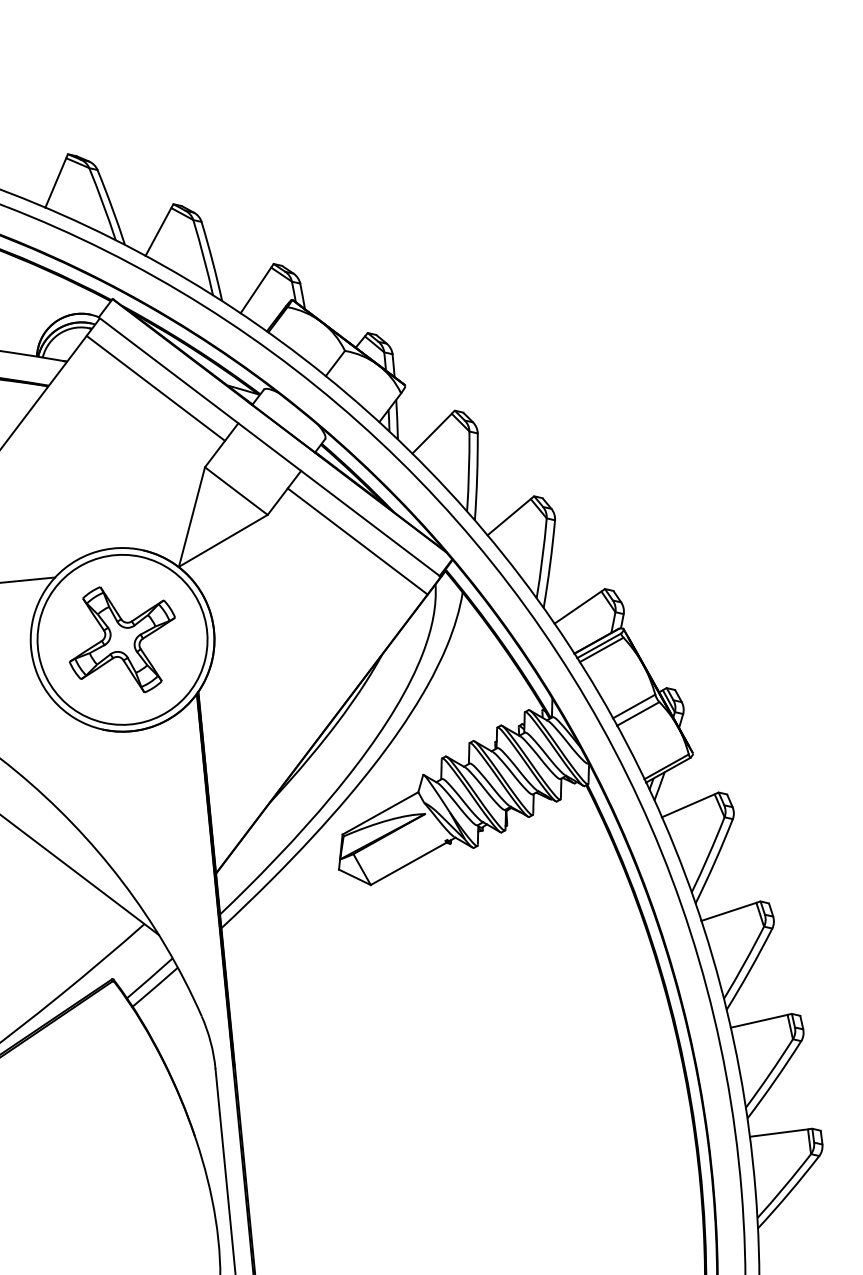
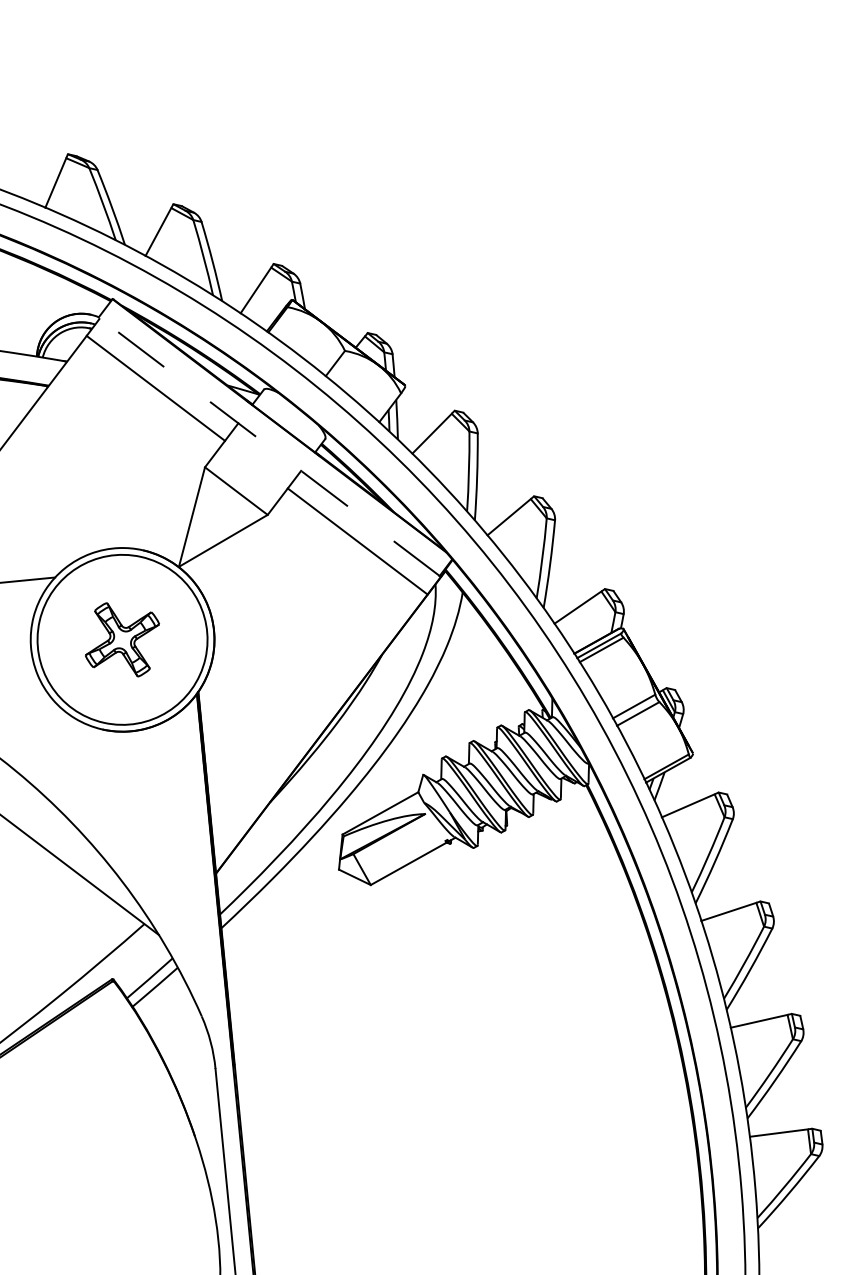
line at (269, 446): solid -> dashed
part at (122, 639) size: 107x108 px -> 75x76 px
